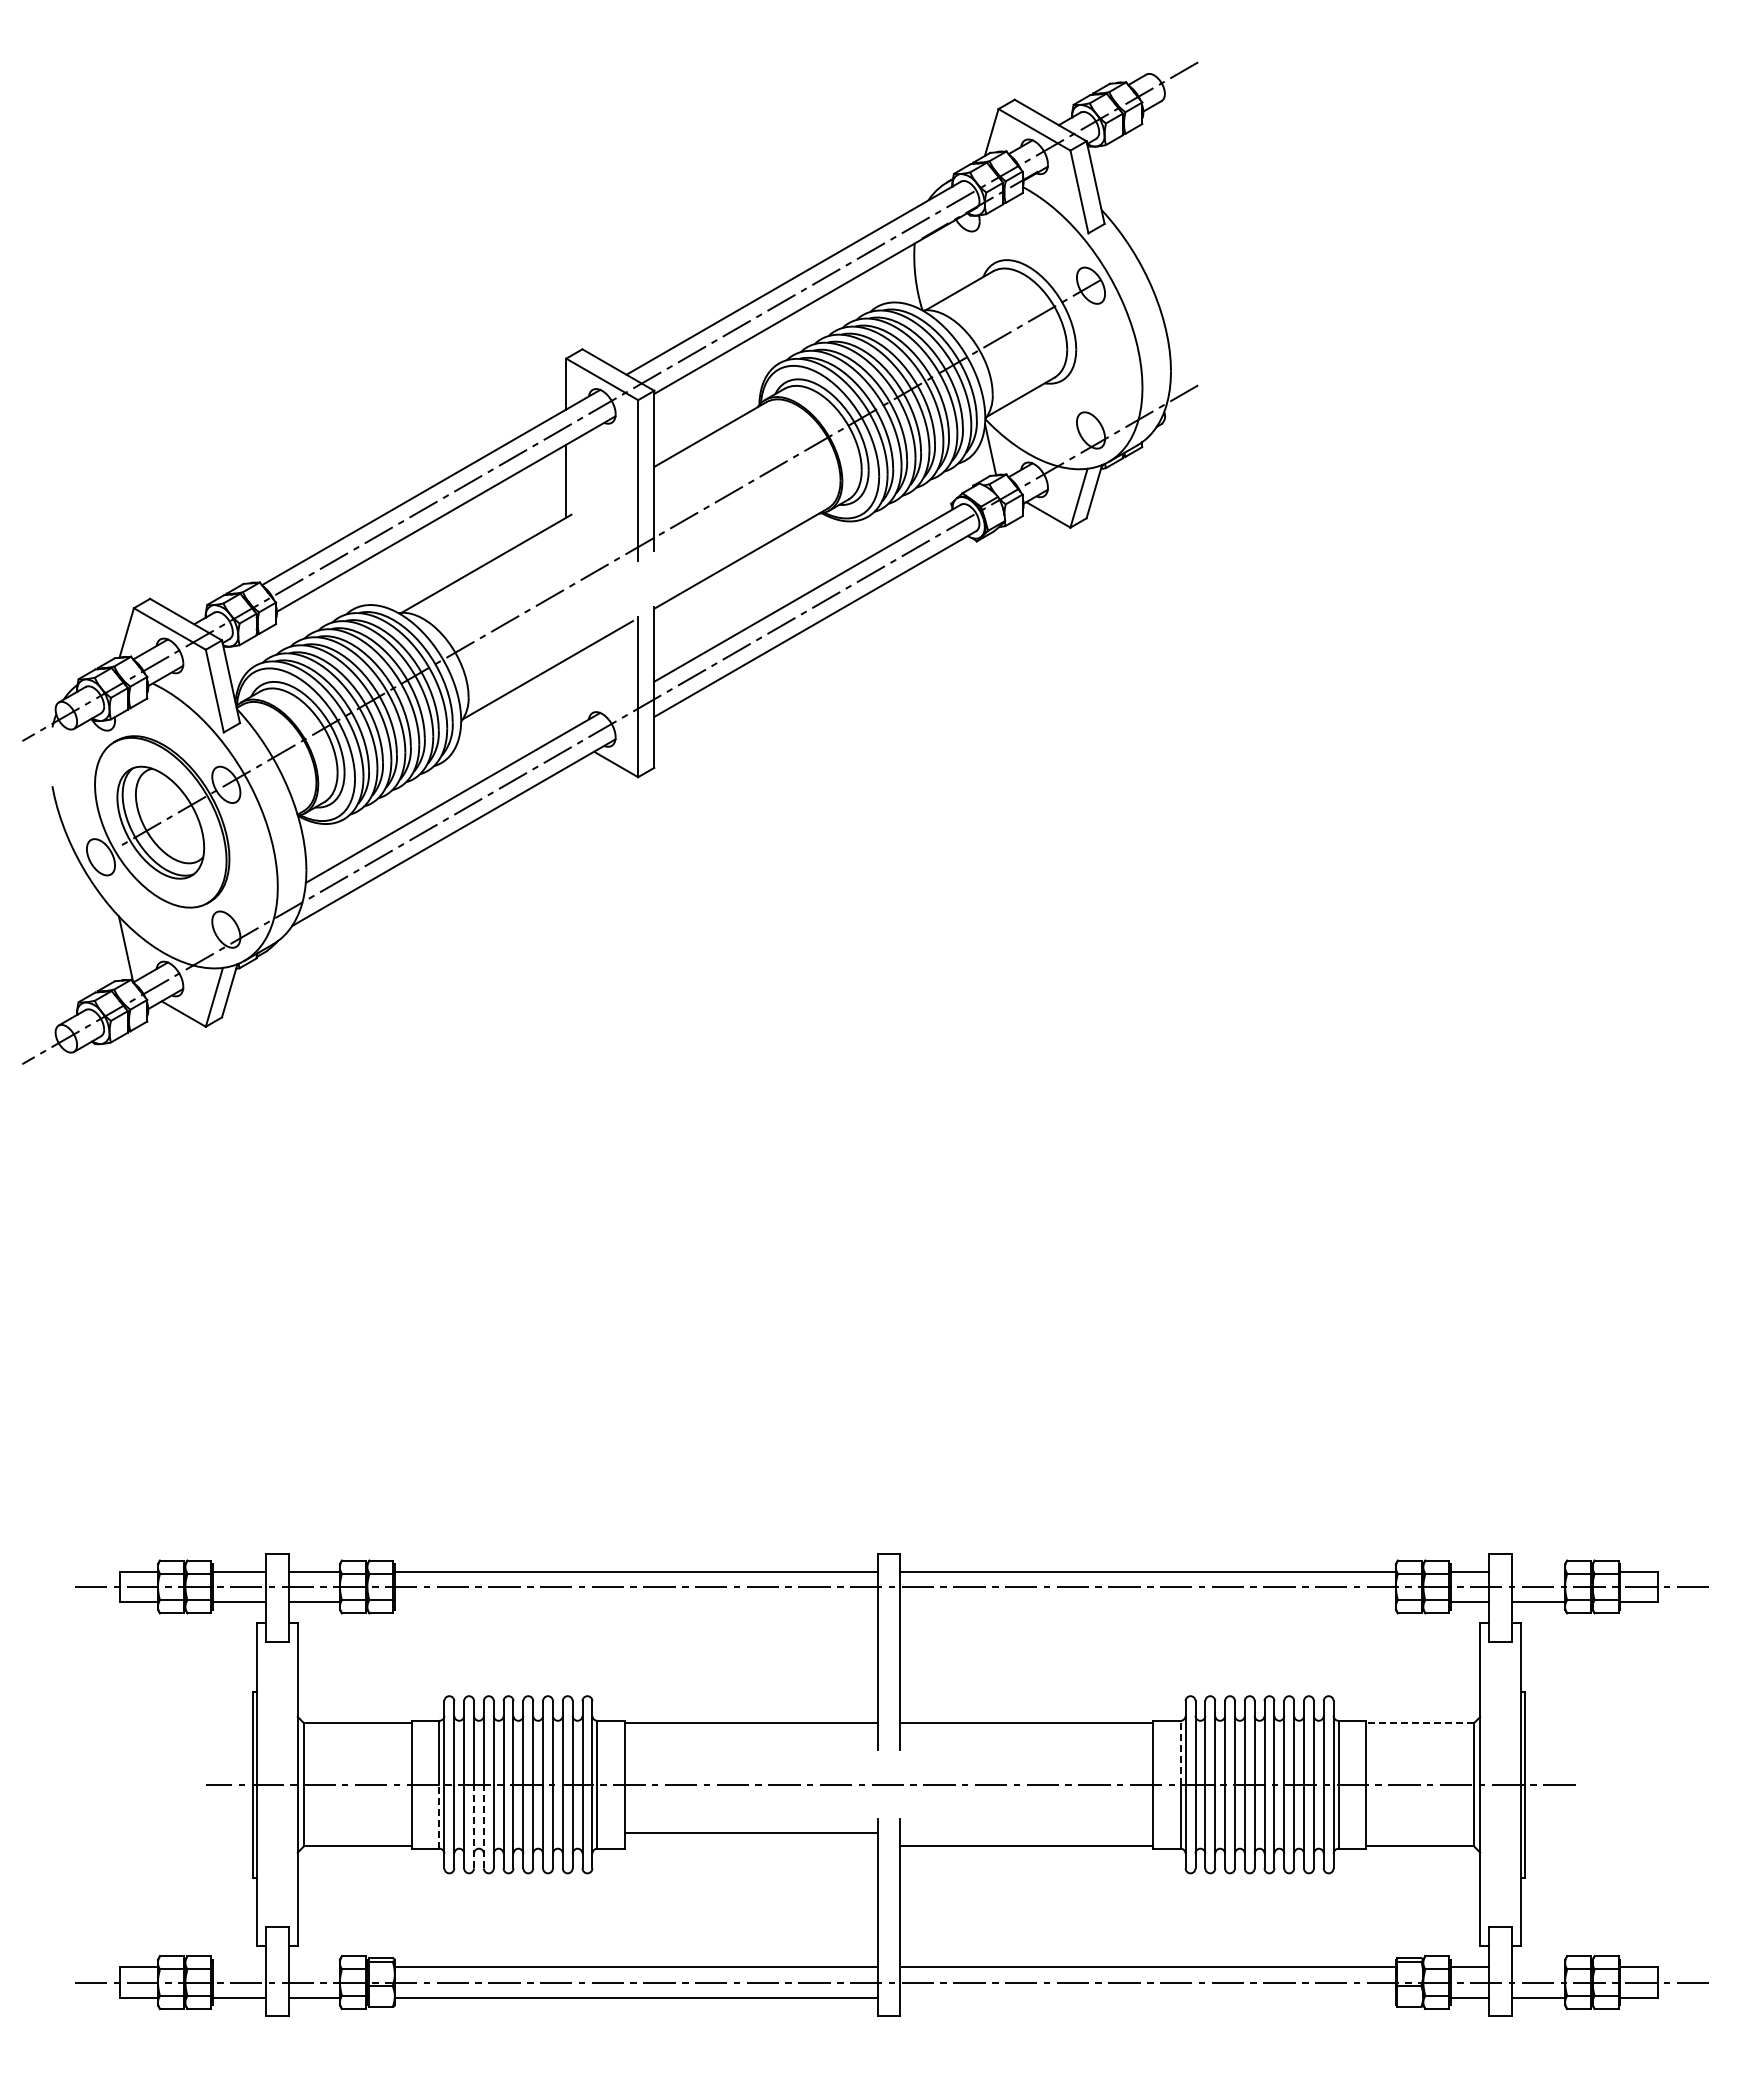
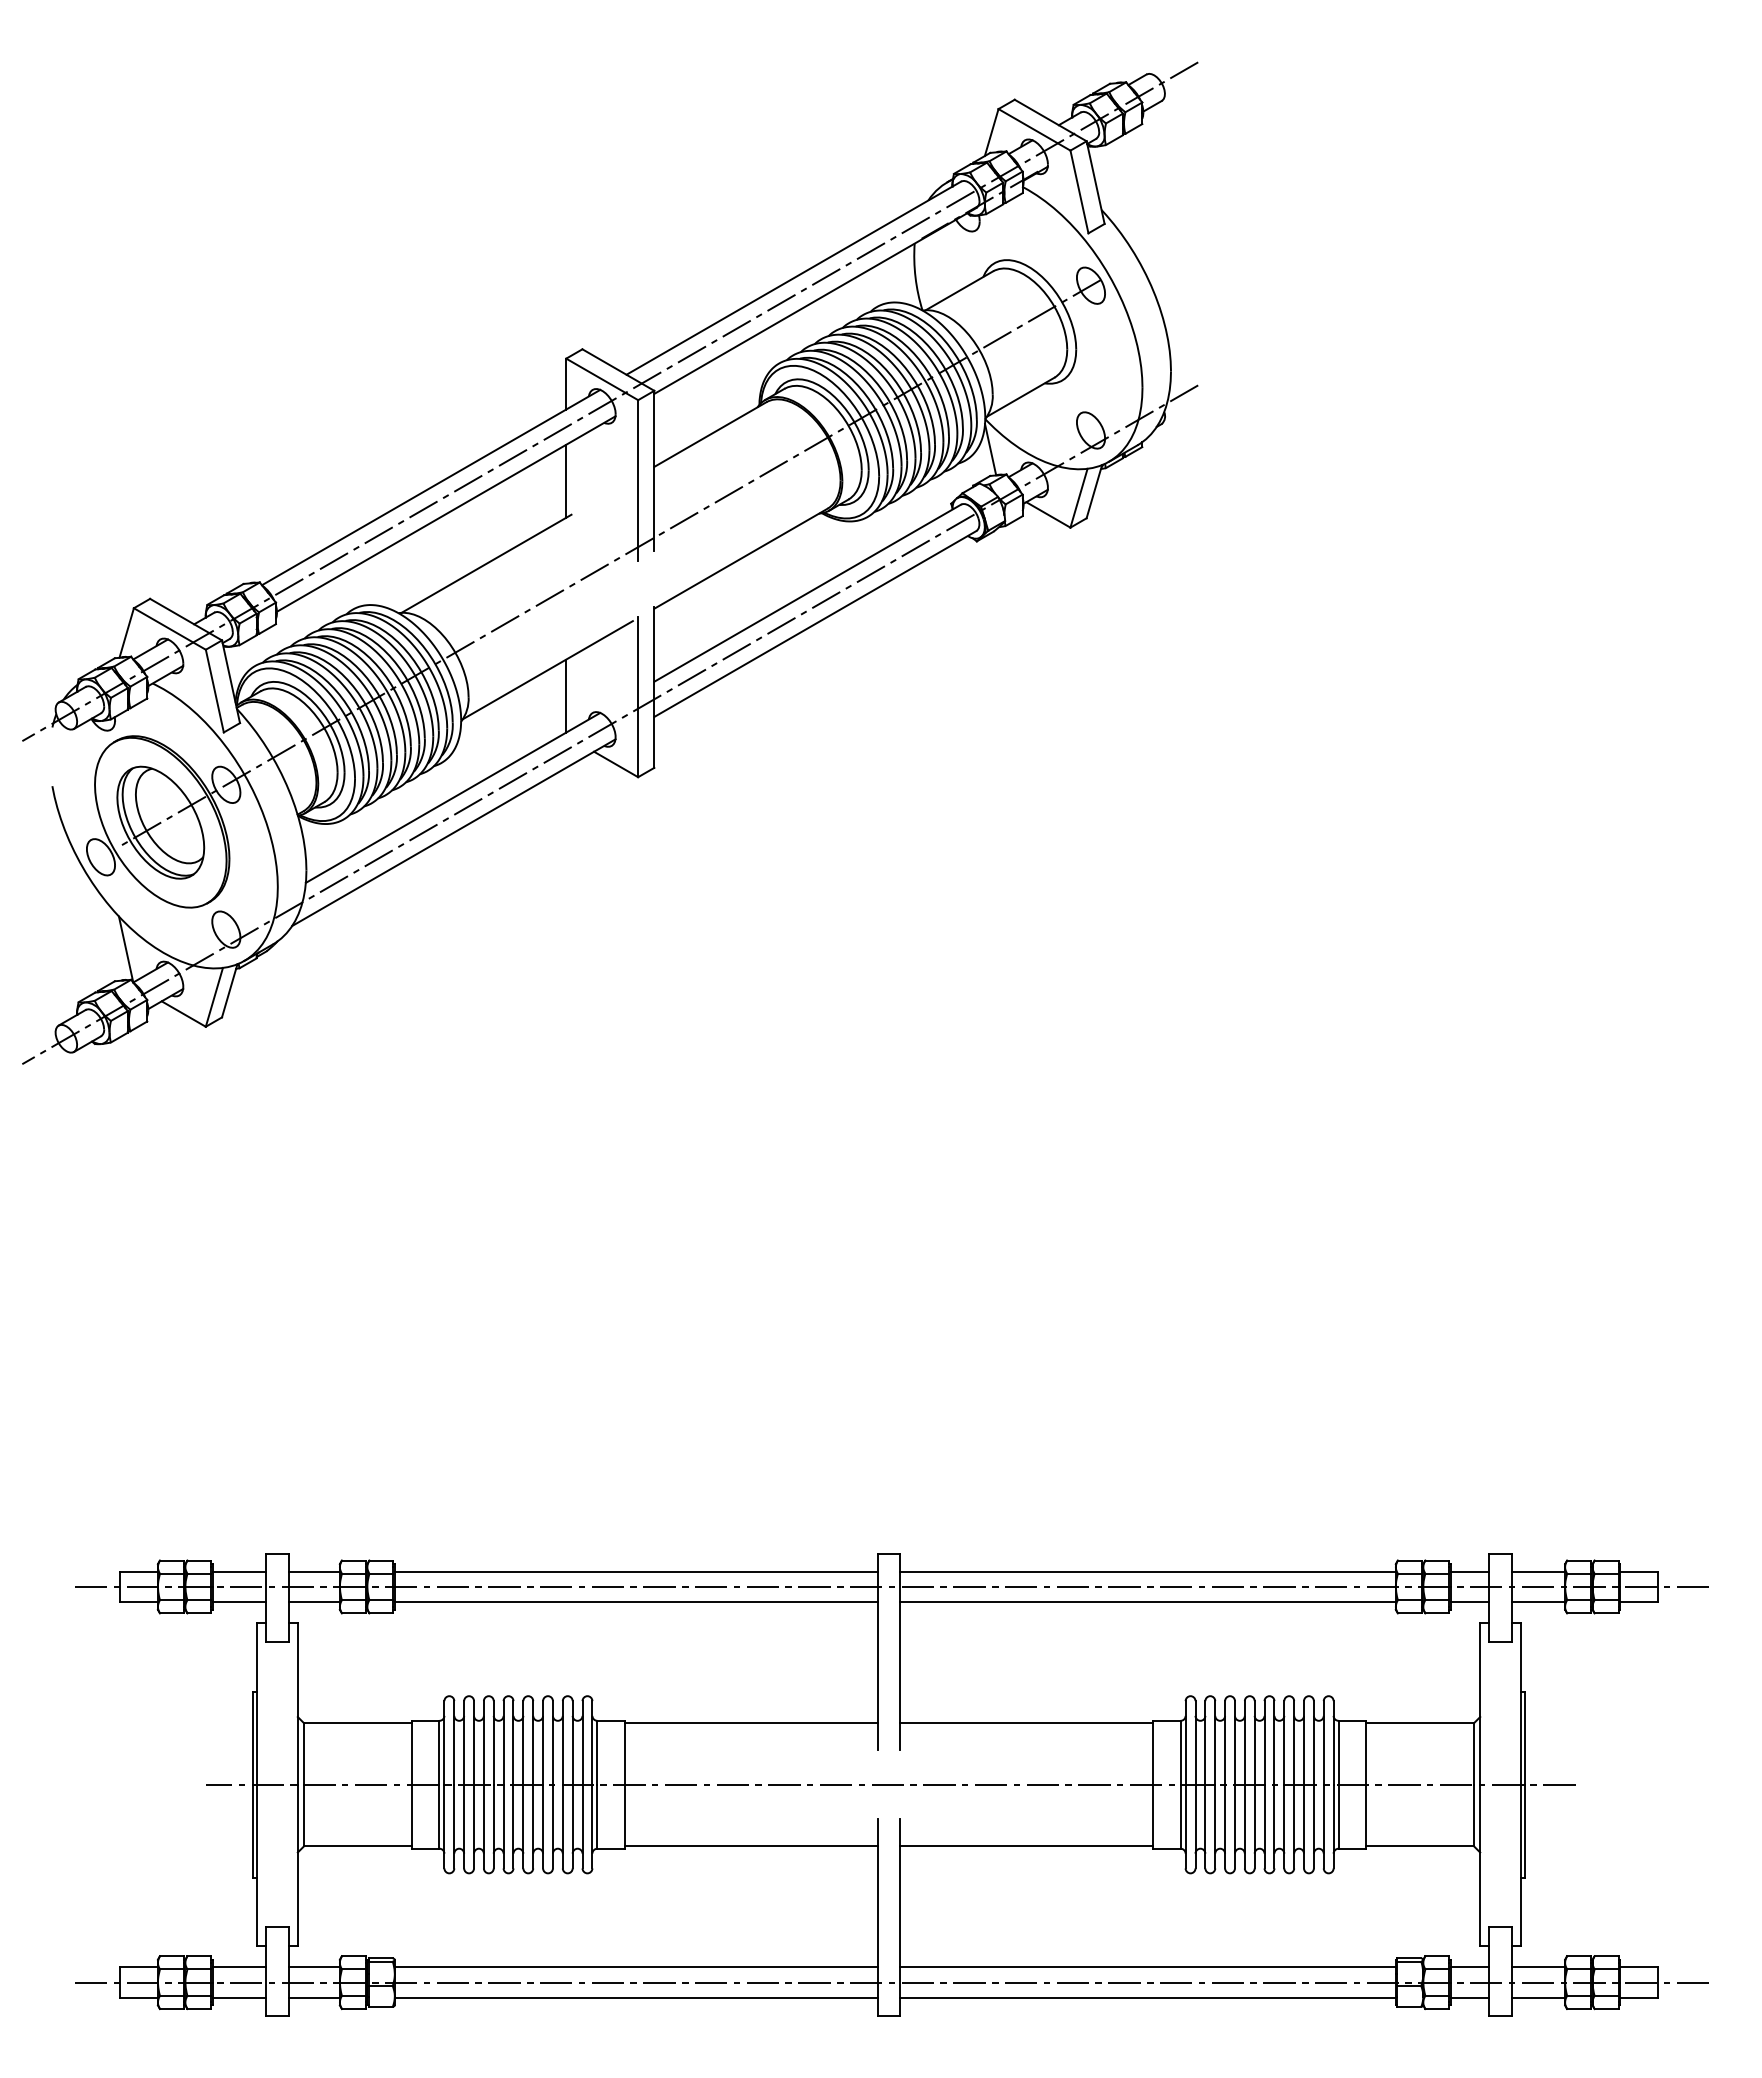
line at (566, 695): none -> present
line at (1538, 1571): none -> present
line at (635, 1602): none -> present
line at (1147, 1602): none -> present
line at (1419, 1723): dashed -> solid
line at (1180, 1752): dashed -> solid
line at (439, 1816): dashed -> solid
line at (474, 1826): dashed -> solid
line at (483, 1826): dashed -> solid
line at (750, 1833) position: (750, 1833) -> (750, 1846)
line at (239, 1967): none -> present
line at (314, 1967): none -> present
line at (1538, 1967): none -> present
line at (1147, 1997): none -> present
